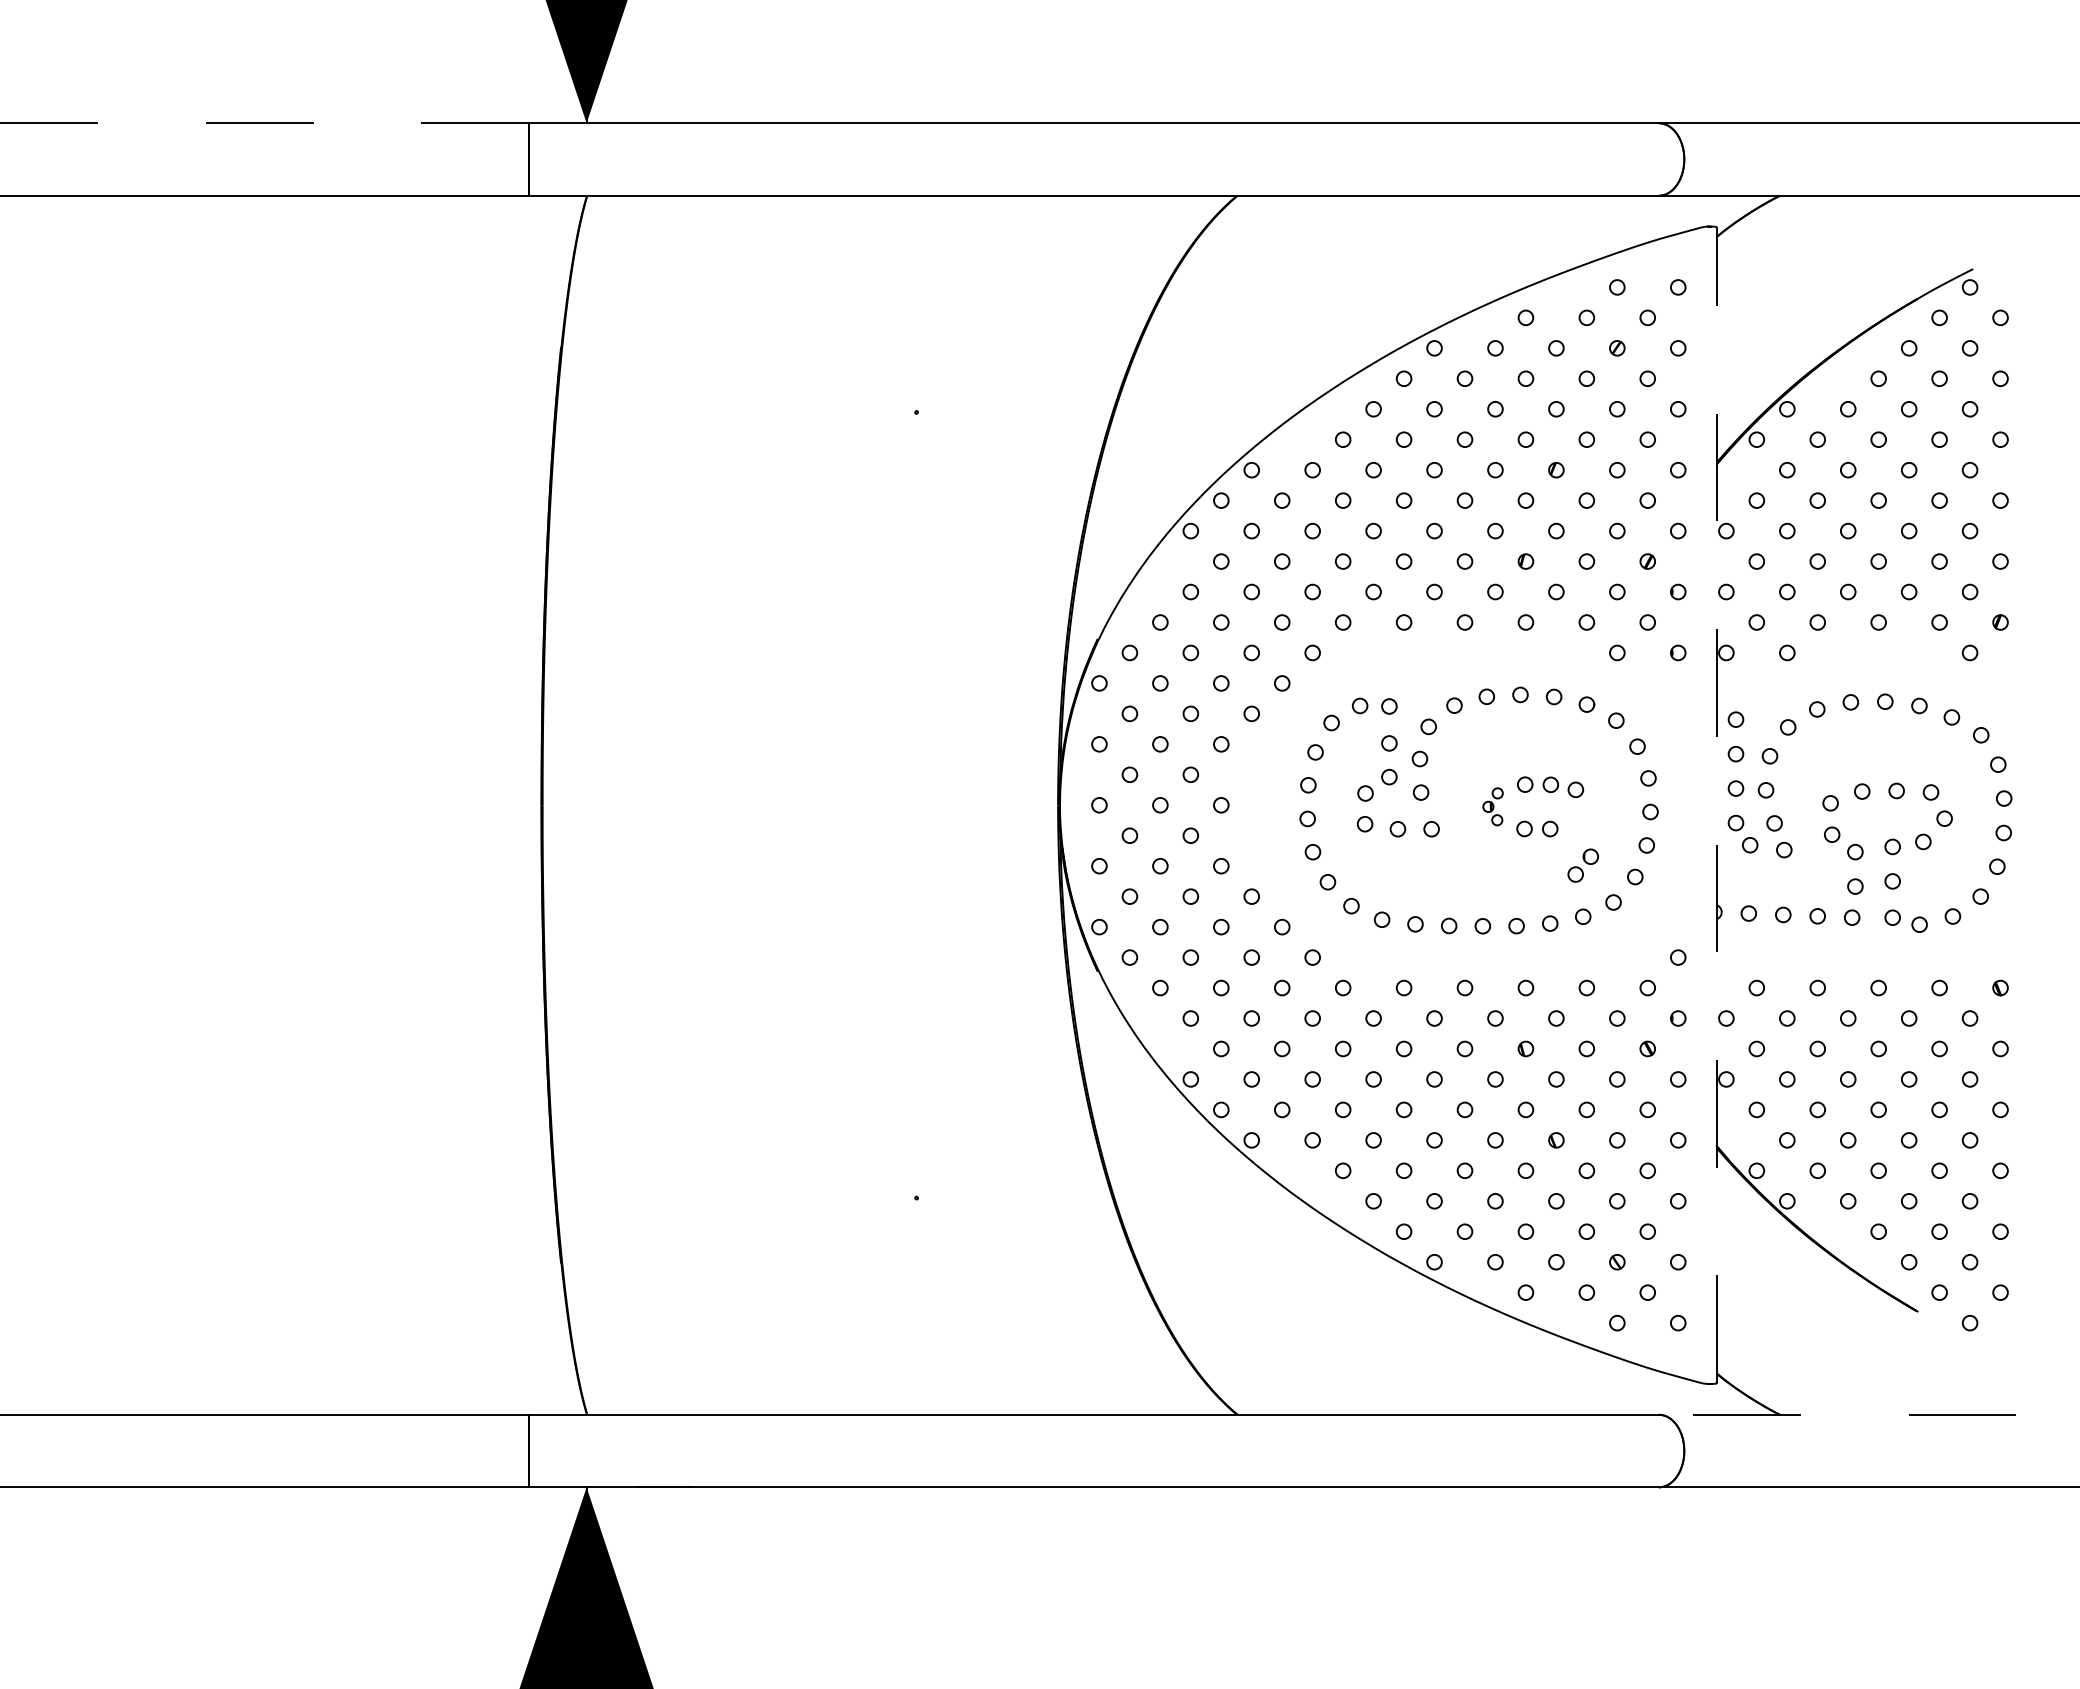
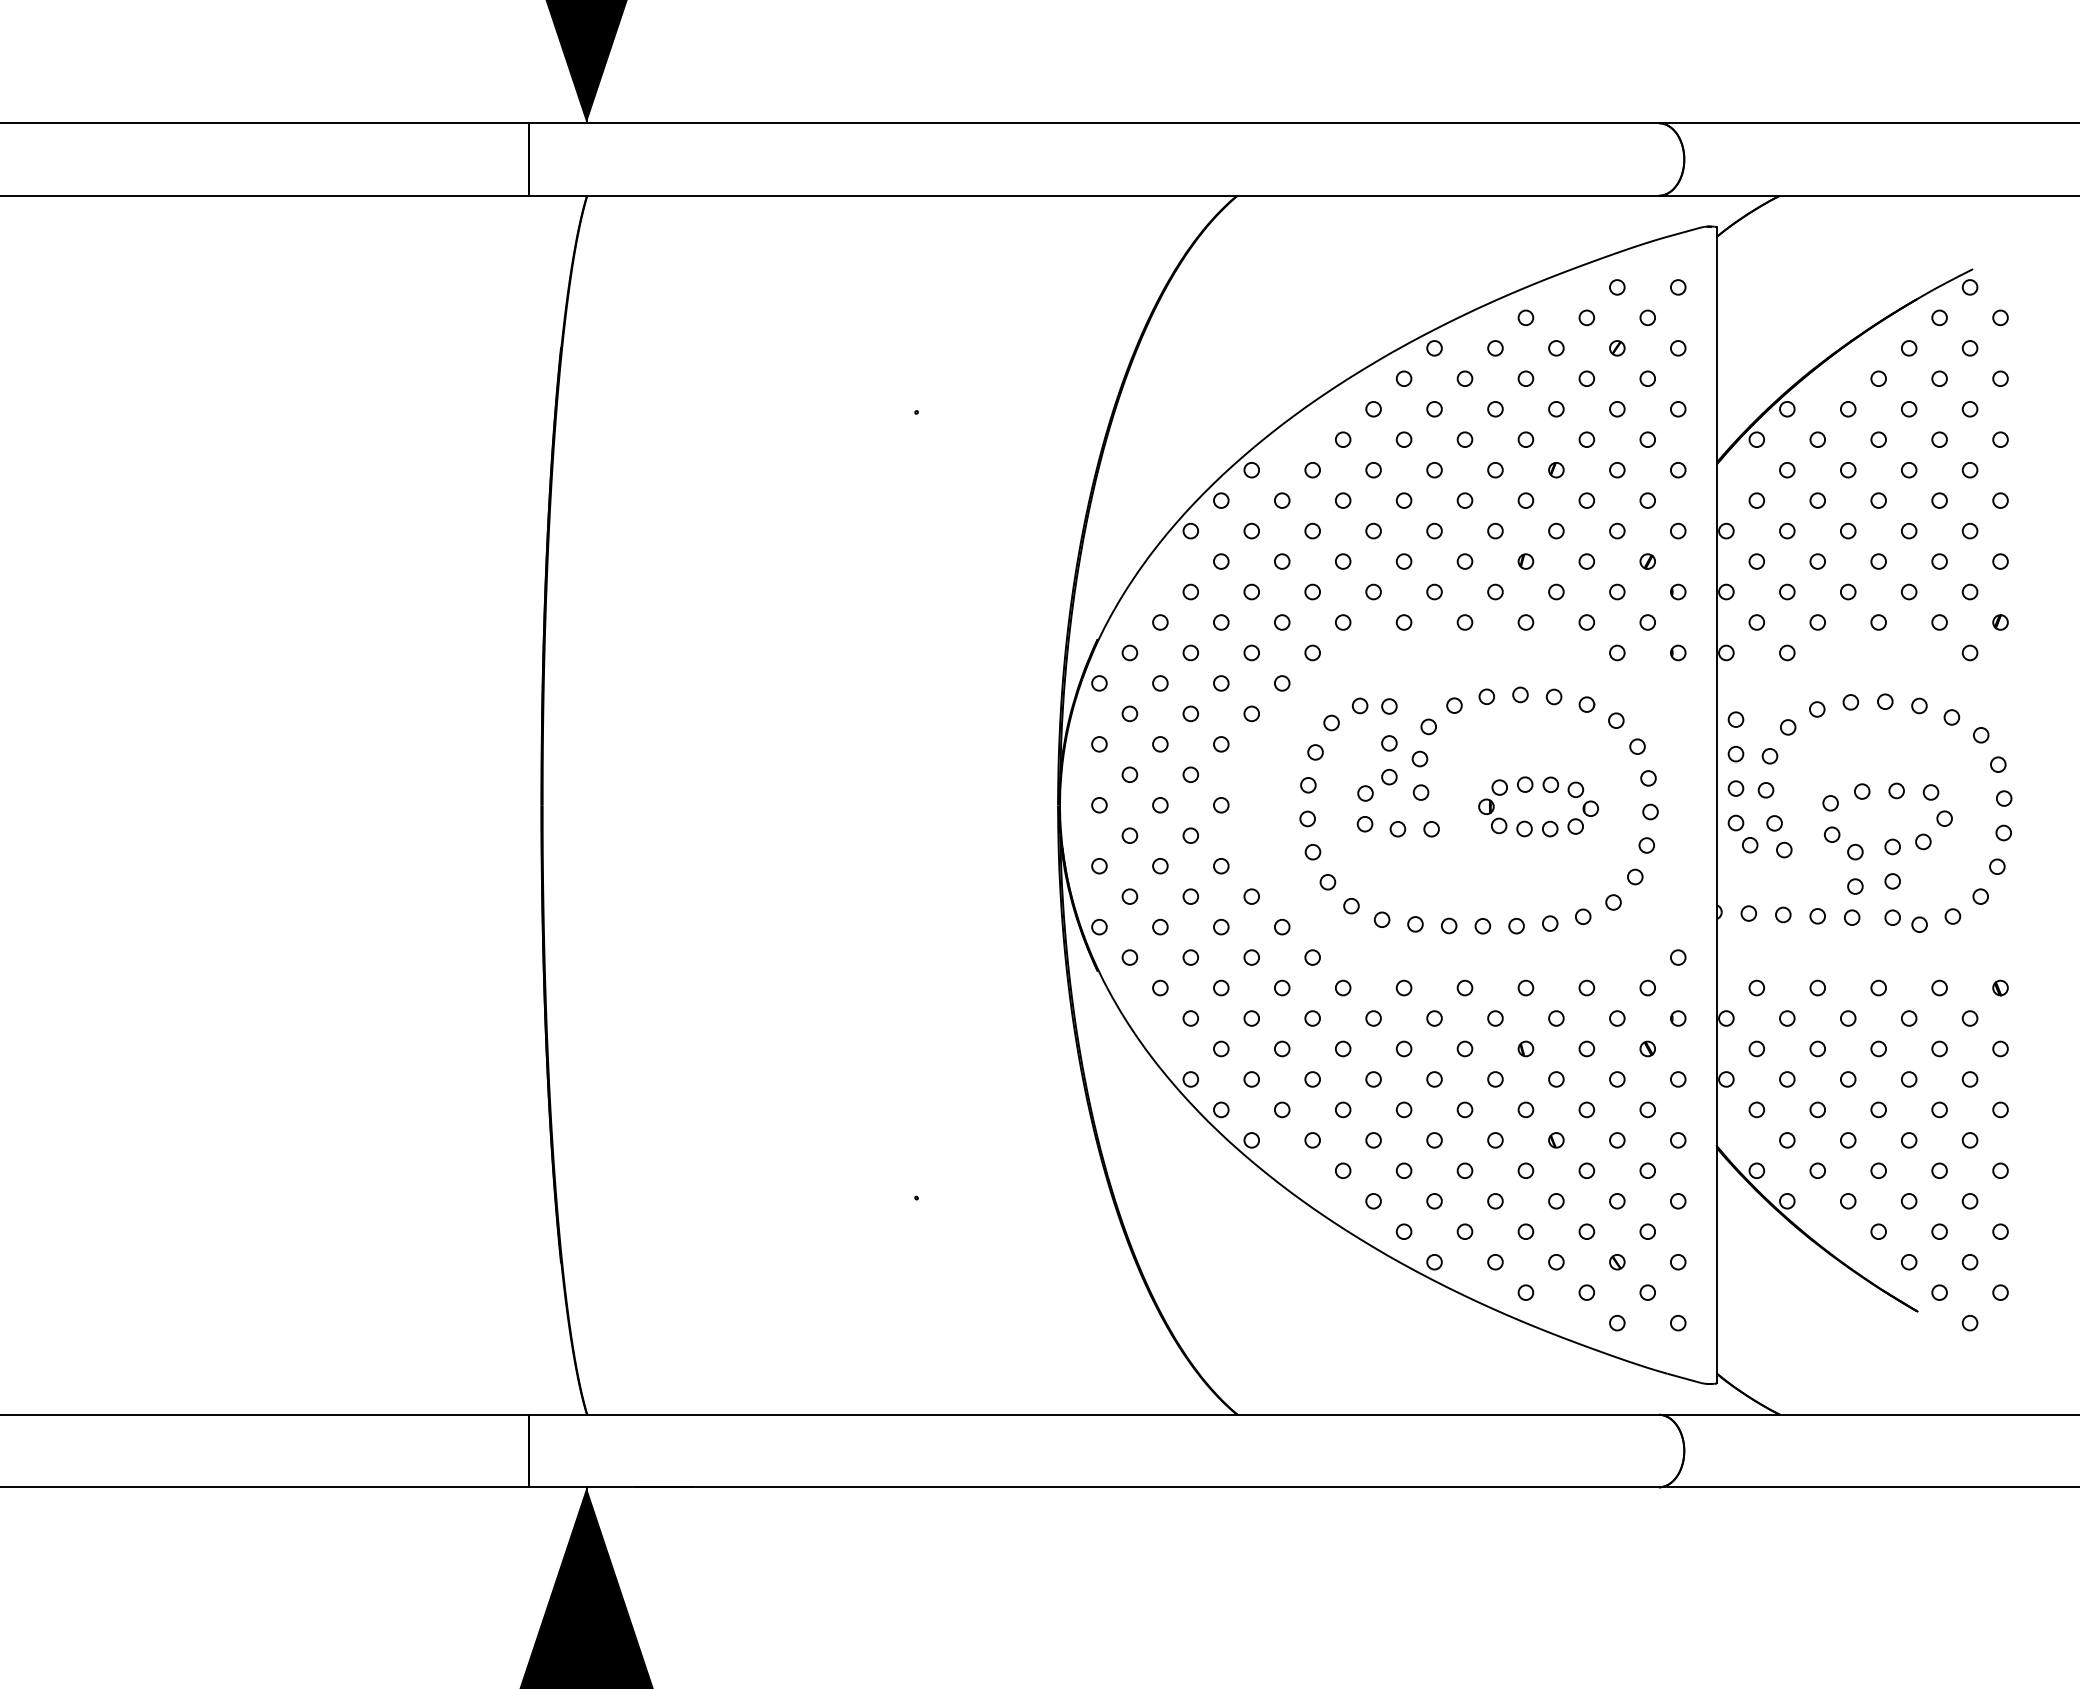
line at (264, 123): dashed -> solid
line at (1716, 805): dashed -> solid
part at (1492, 806) size: 22x40 px -> 30x56 px
part at (1582, 865) position: (1582, 865) -> (1582, 817)
line at (1868, 1414): dashed -> solid
